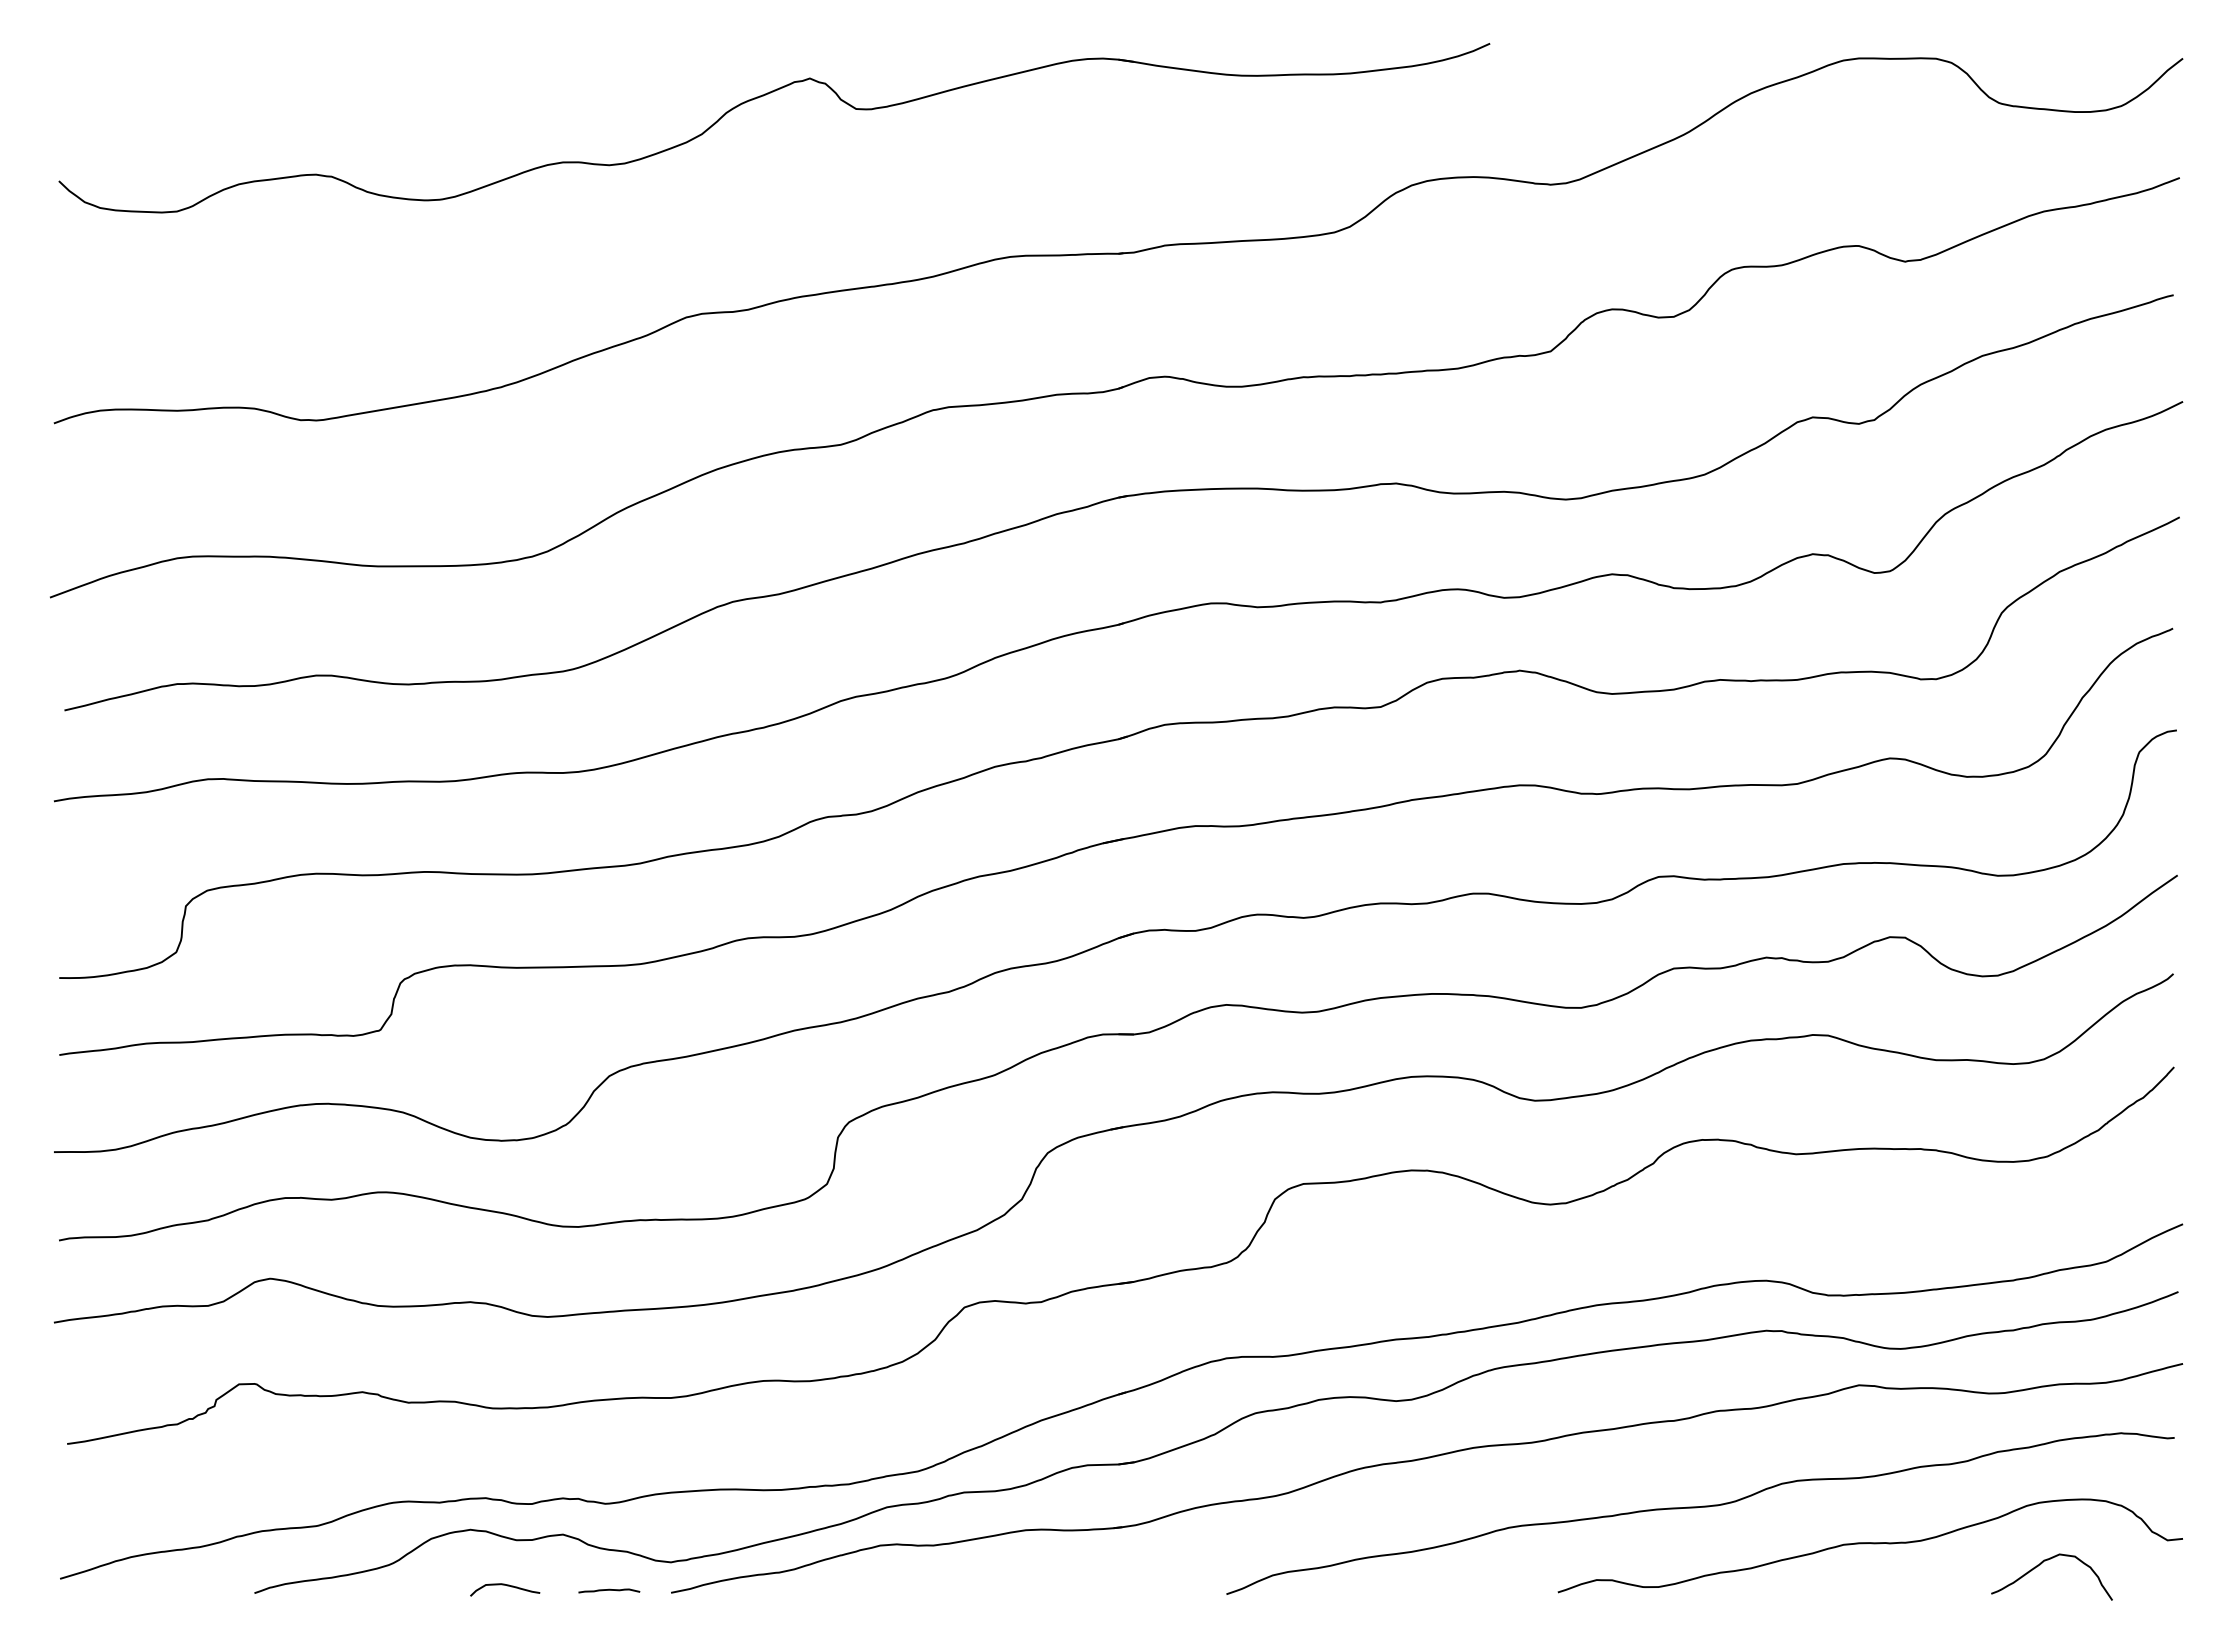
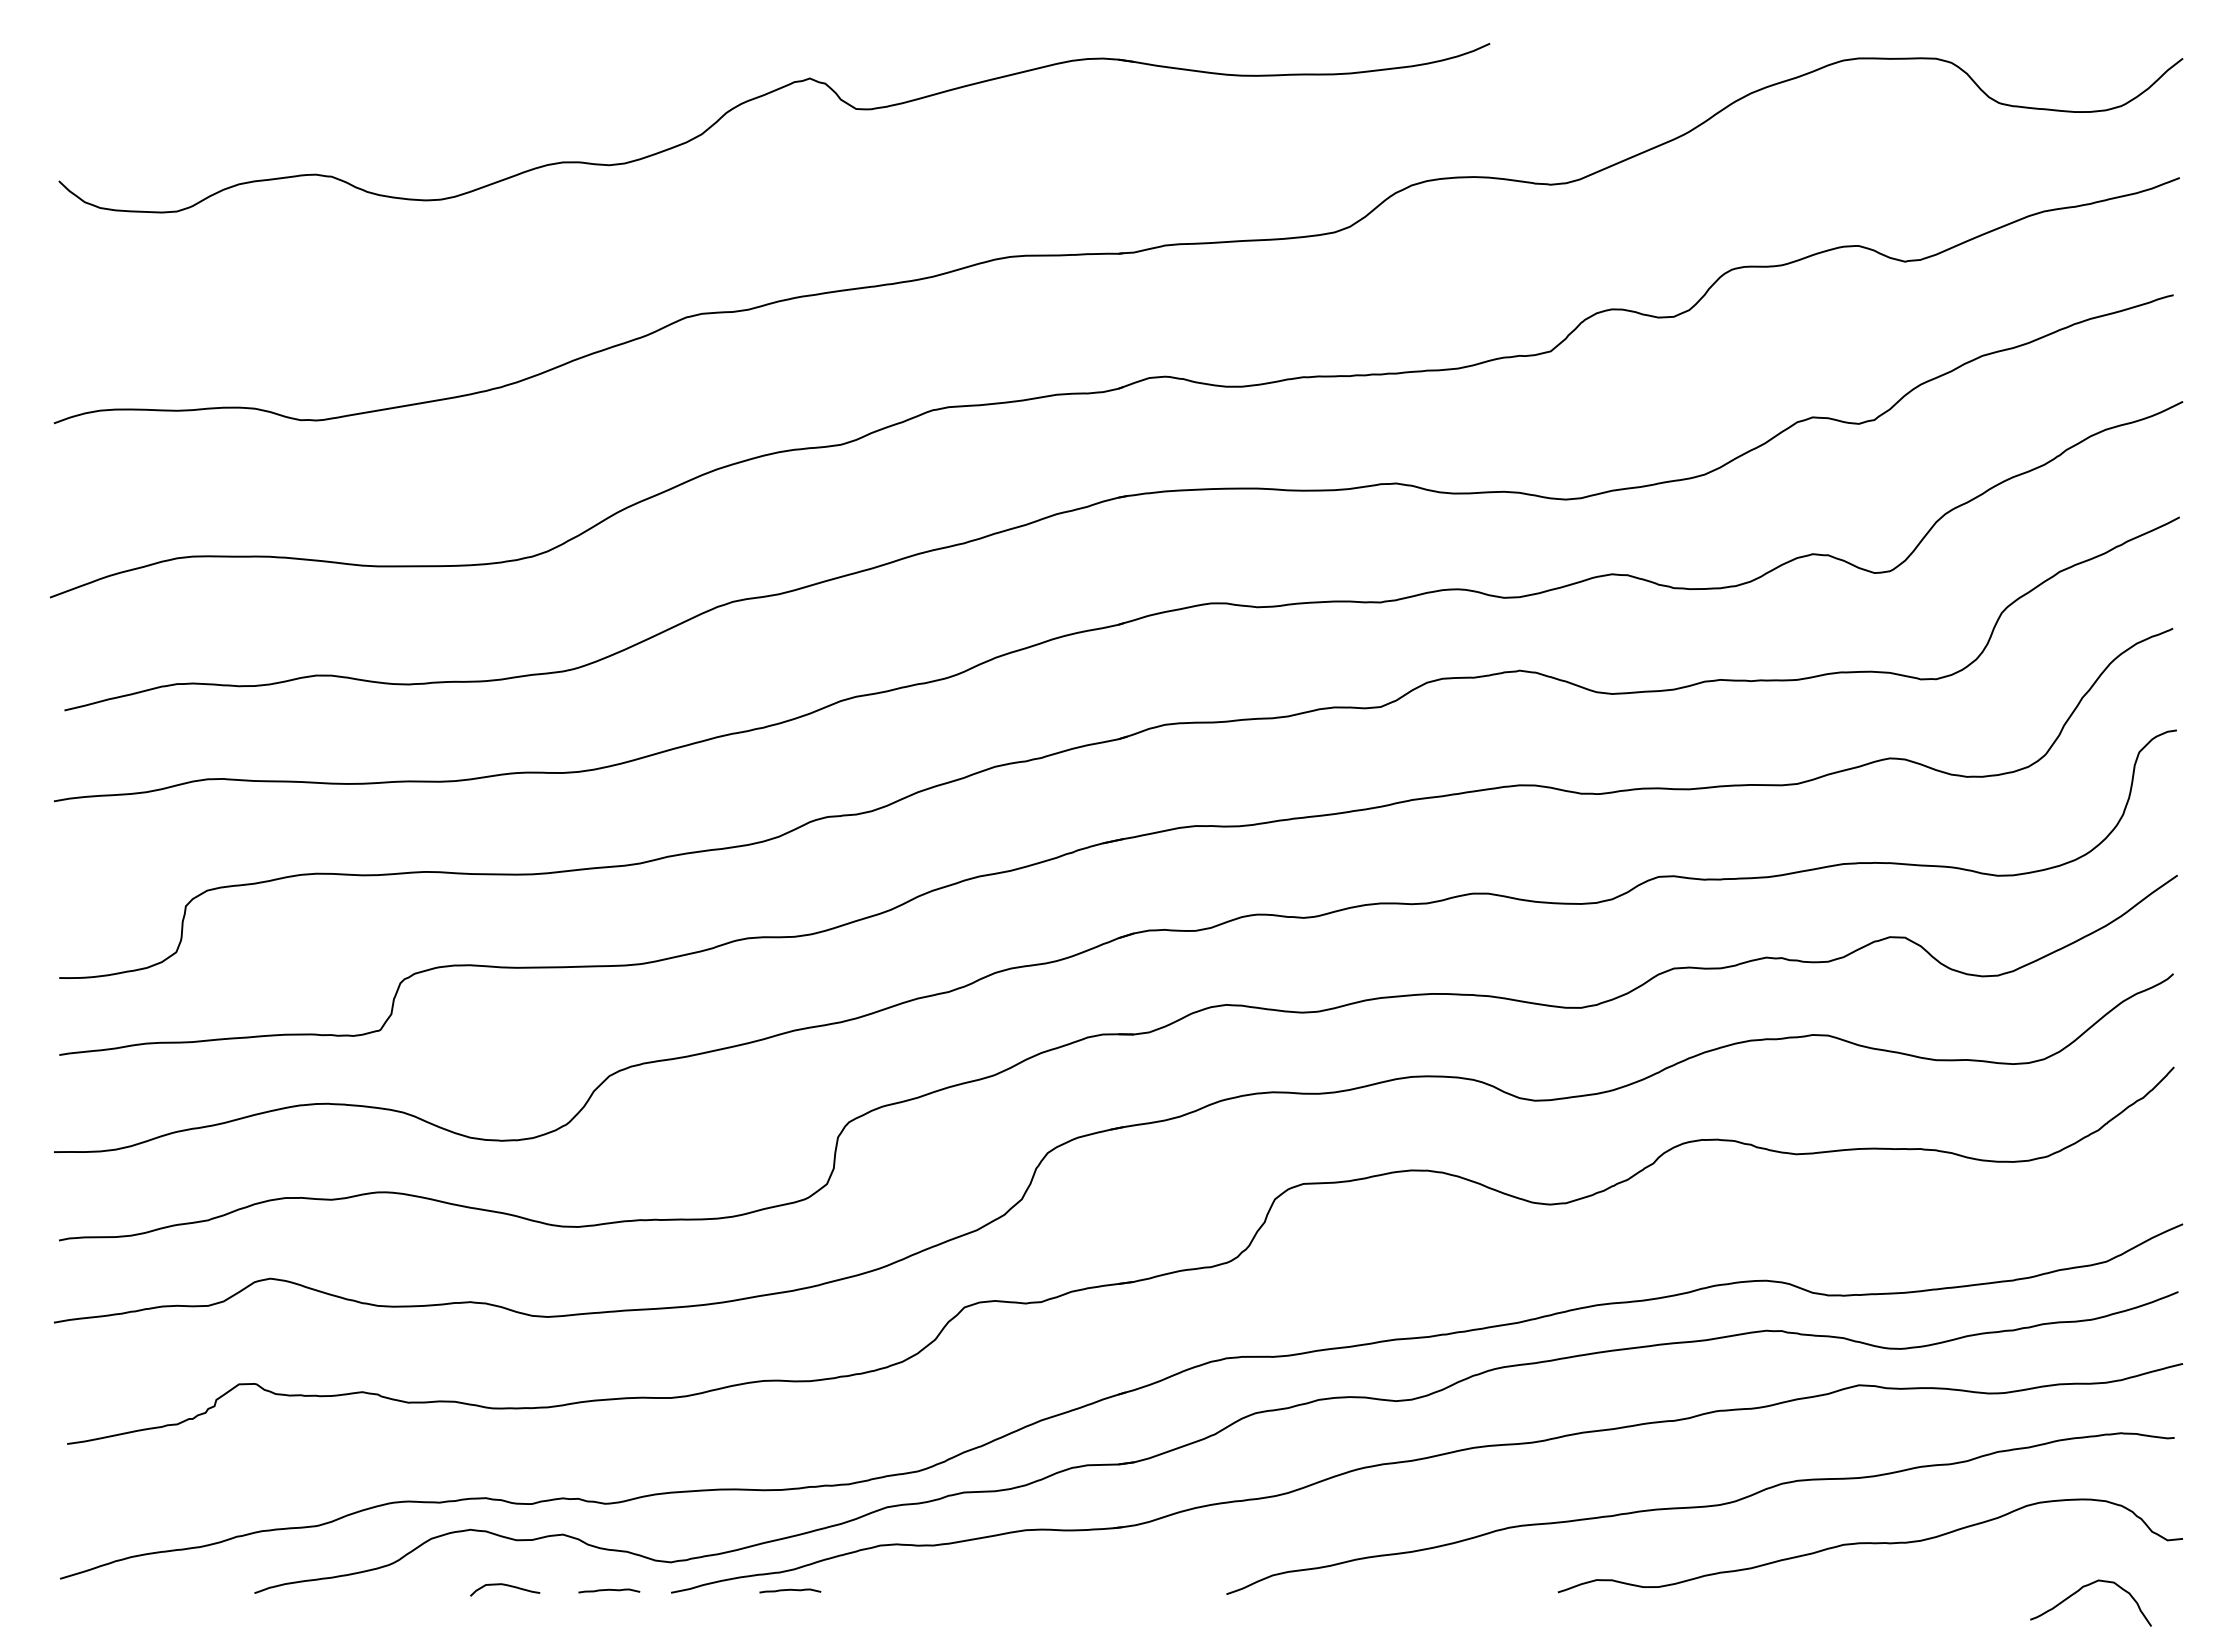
curve at (2040, 1565) position: (2040, 1565) -> (2079, 1591)
curve at (790, 1590): none -> present
